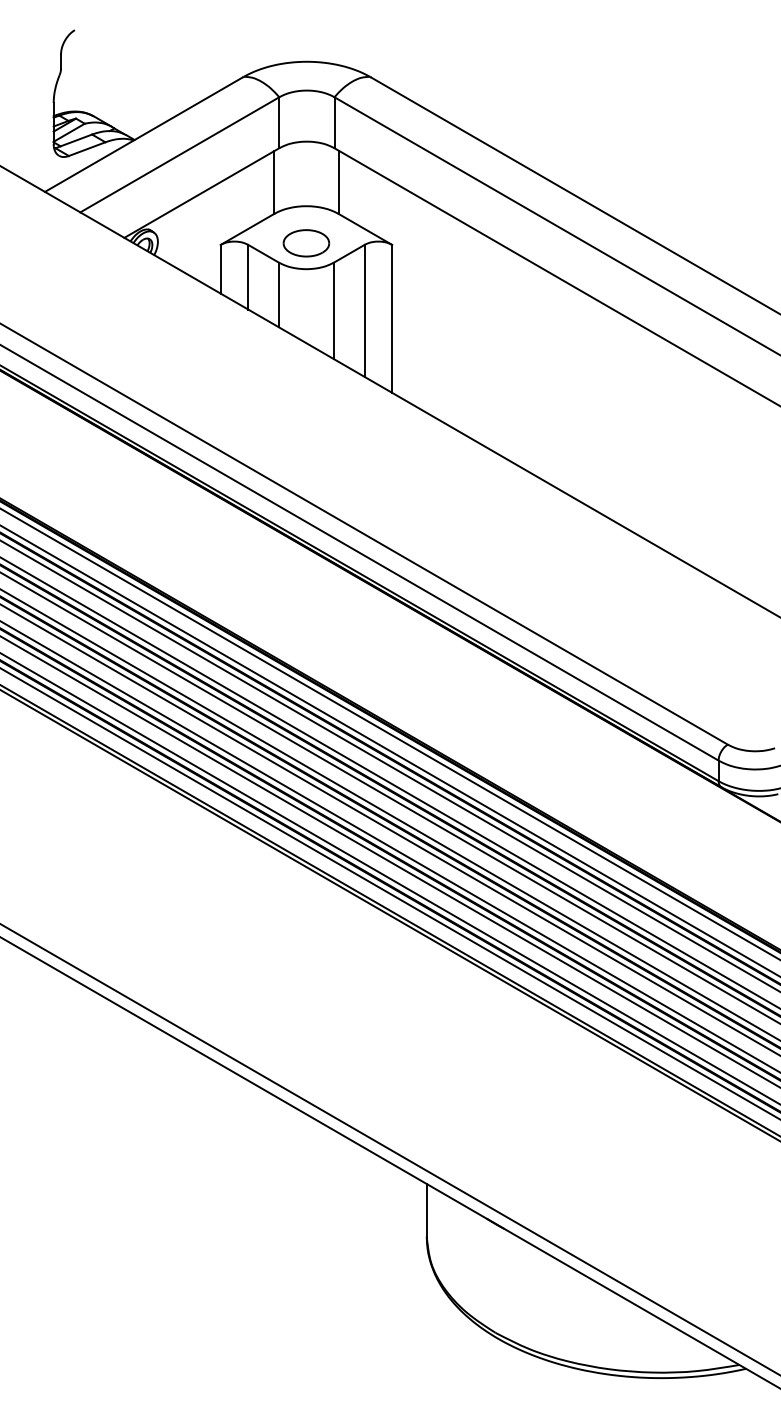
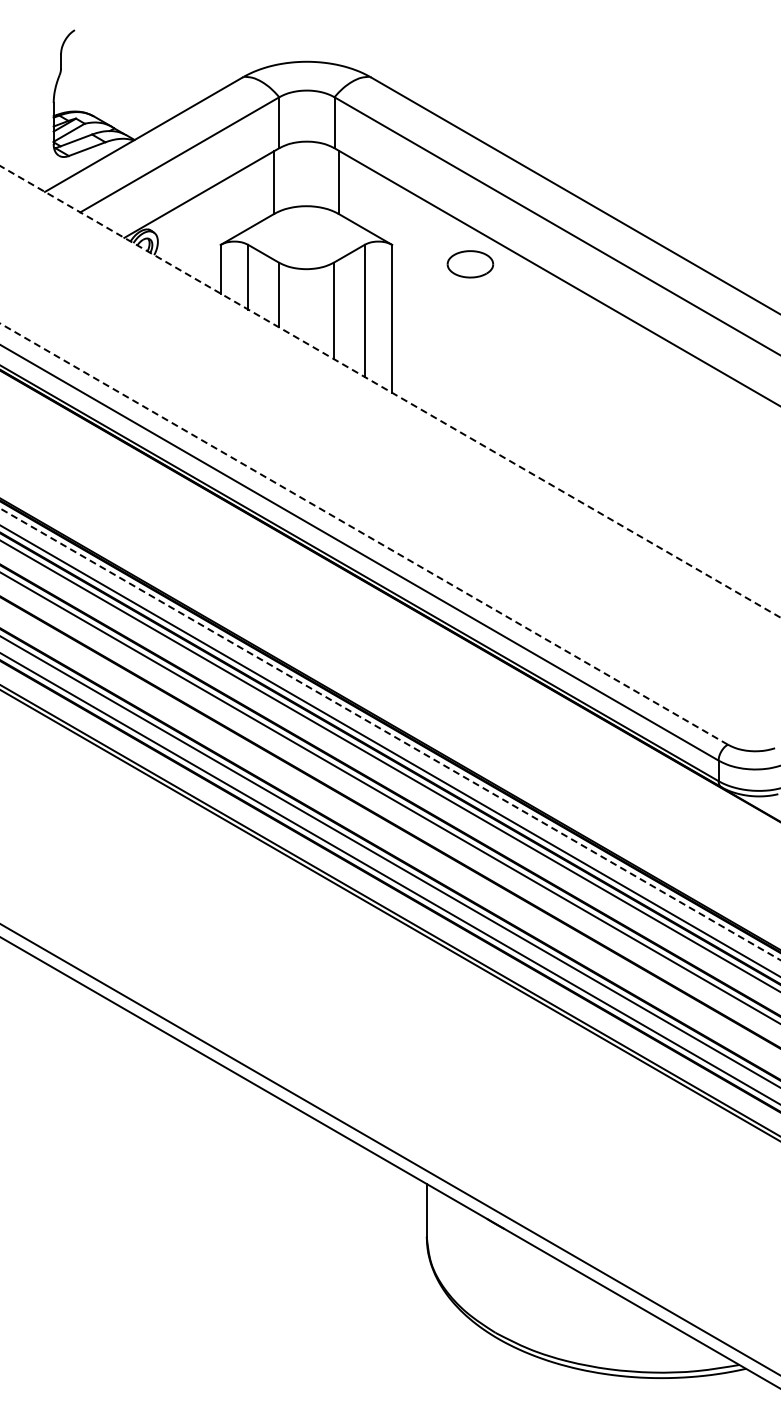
part at (306, 243) position: (306, 243) -> (470, 264)
line at (390, 391): solid -> dashed
line at (363, 533): solid -> dashed
line at (389, 734): solid -> dashed
line at (389, 782): present -> none
line at (389, 814): present -> none
line at (389, 829): present -> none
line at (389, 846): present -> none
line at (389, 893): present -> none
